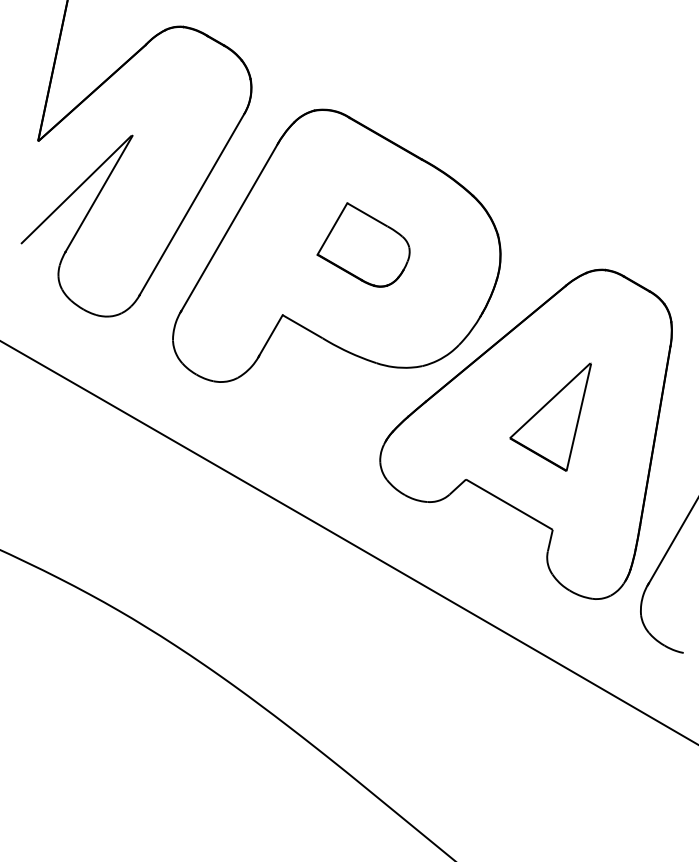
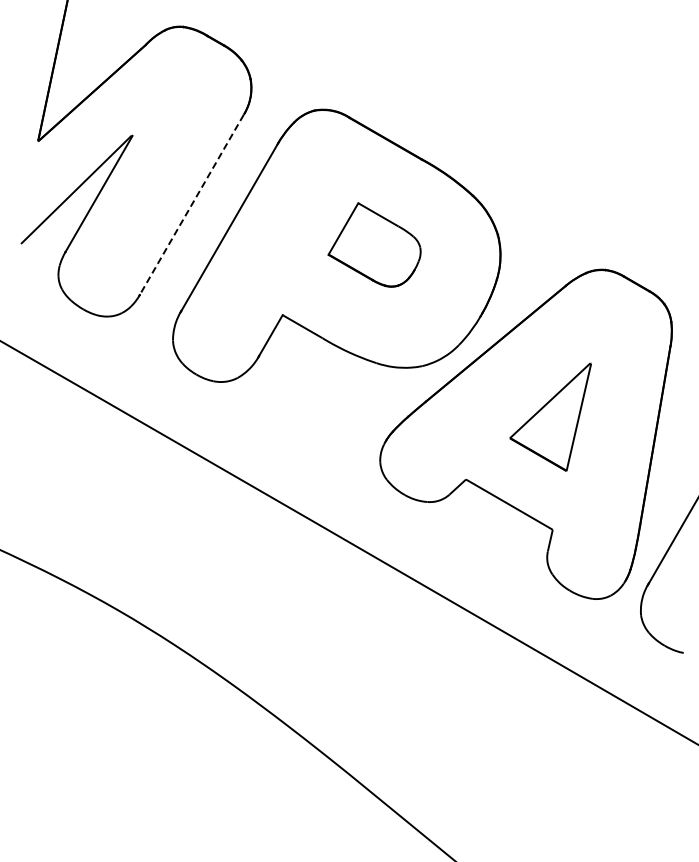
line at (191, 204): solid -> dashed
part at (363, 244) position: (363, 244) -> (374, 244)
